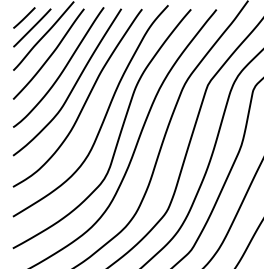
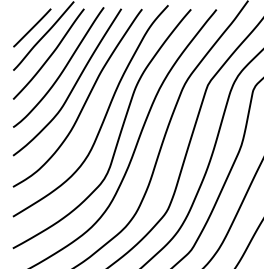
line at (24, 17): present -> none
